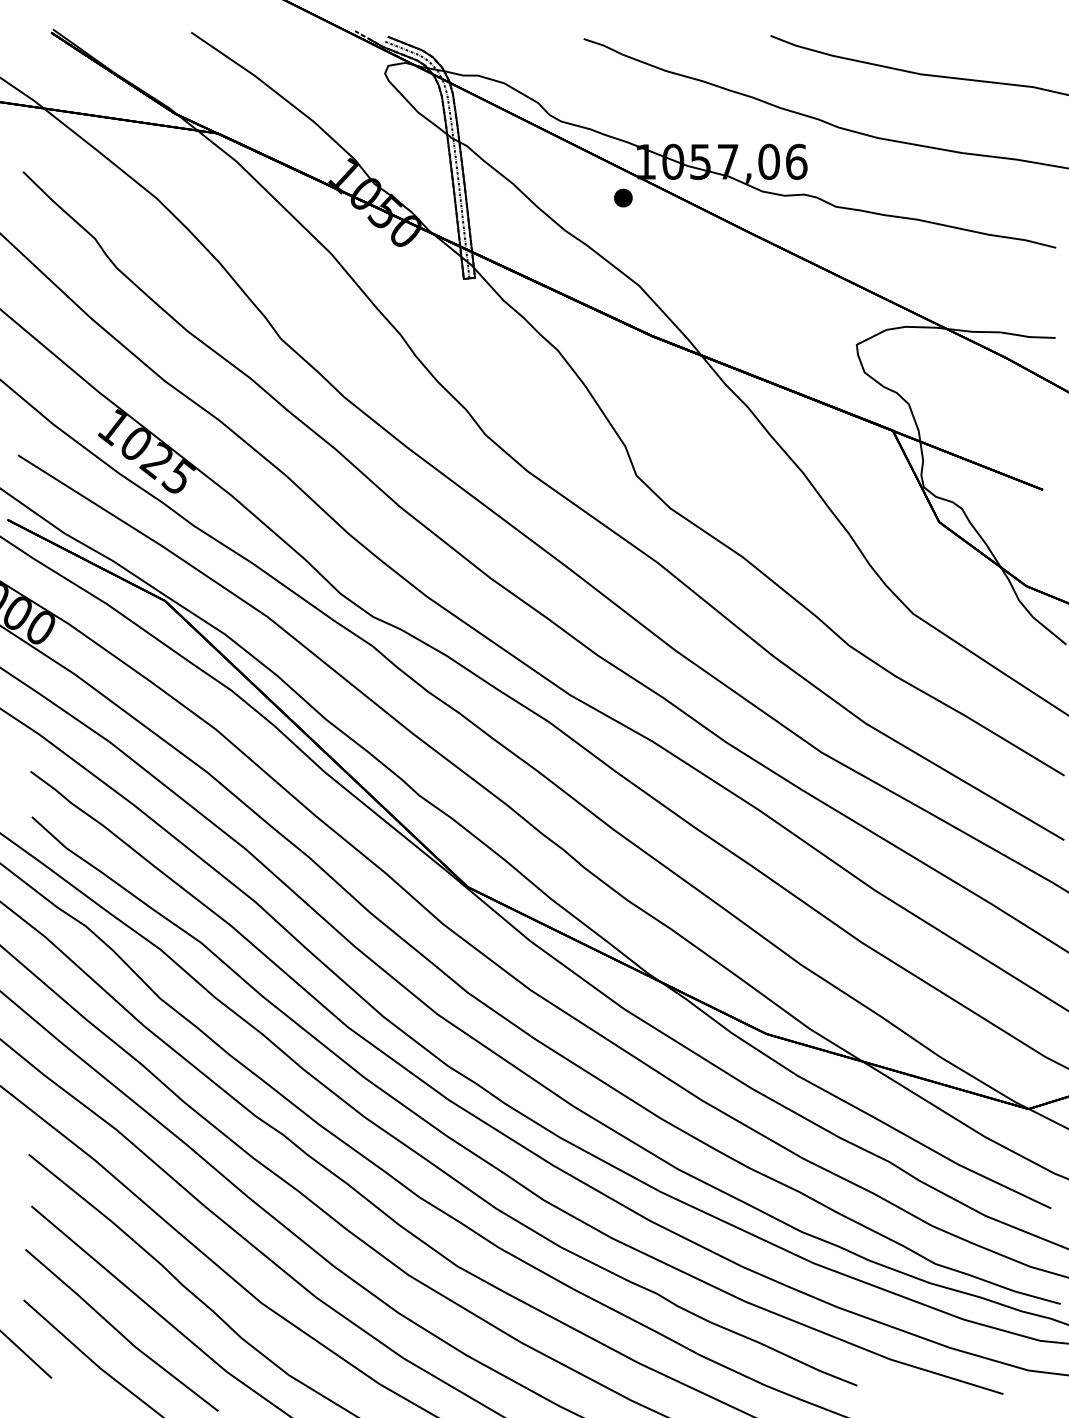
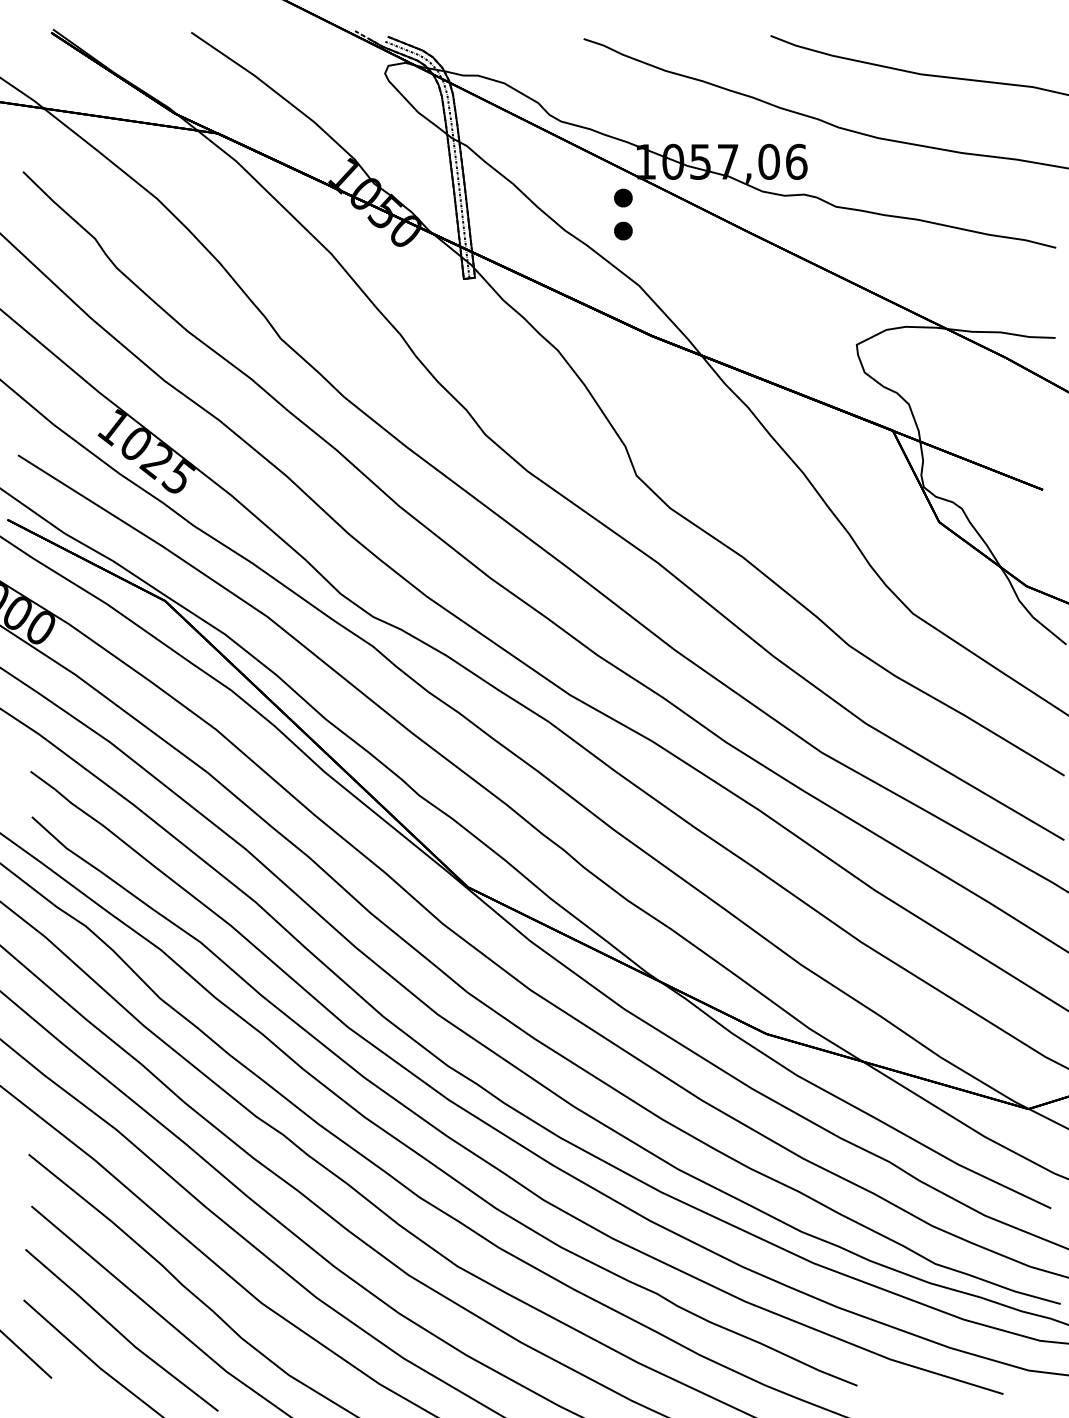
part at (623, 230): none -> present
